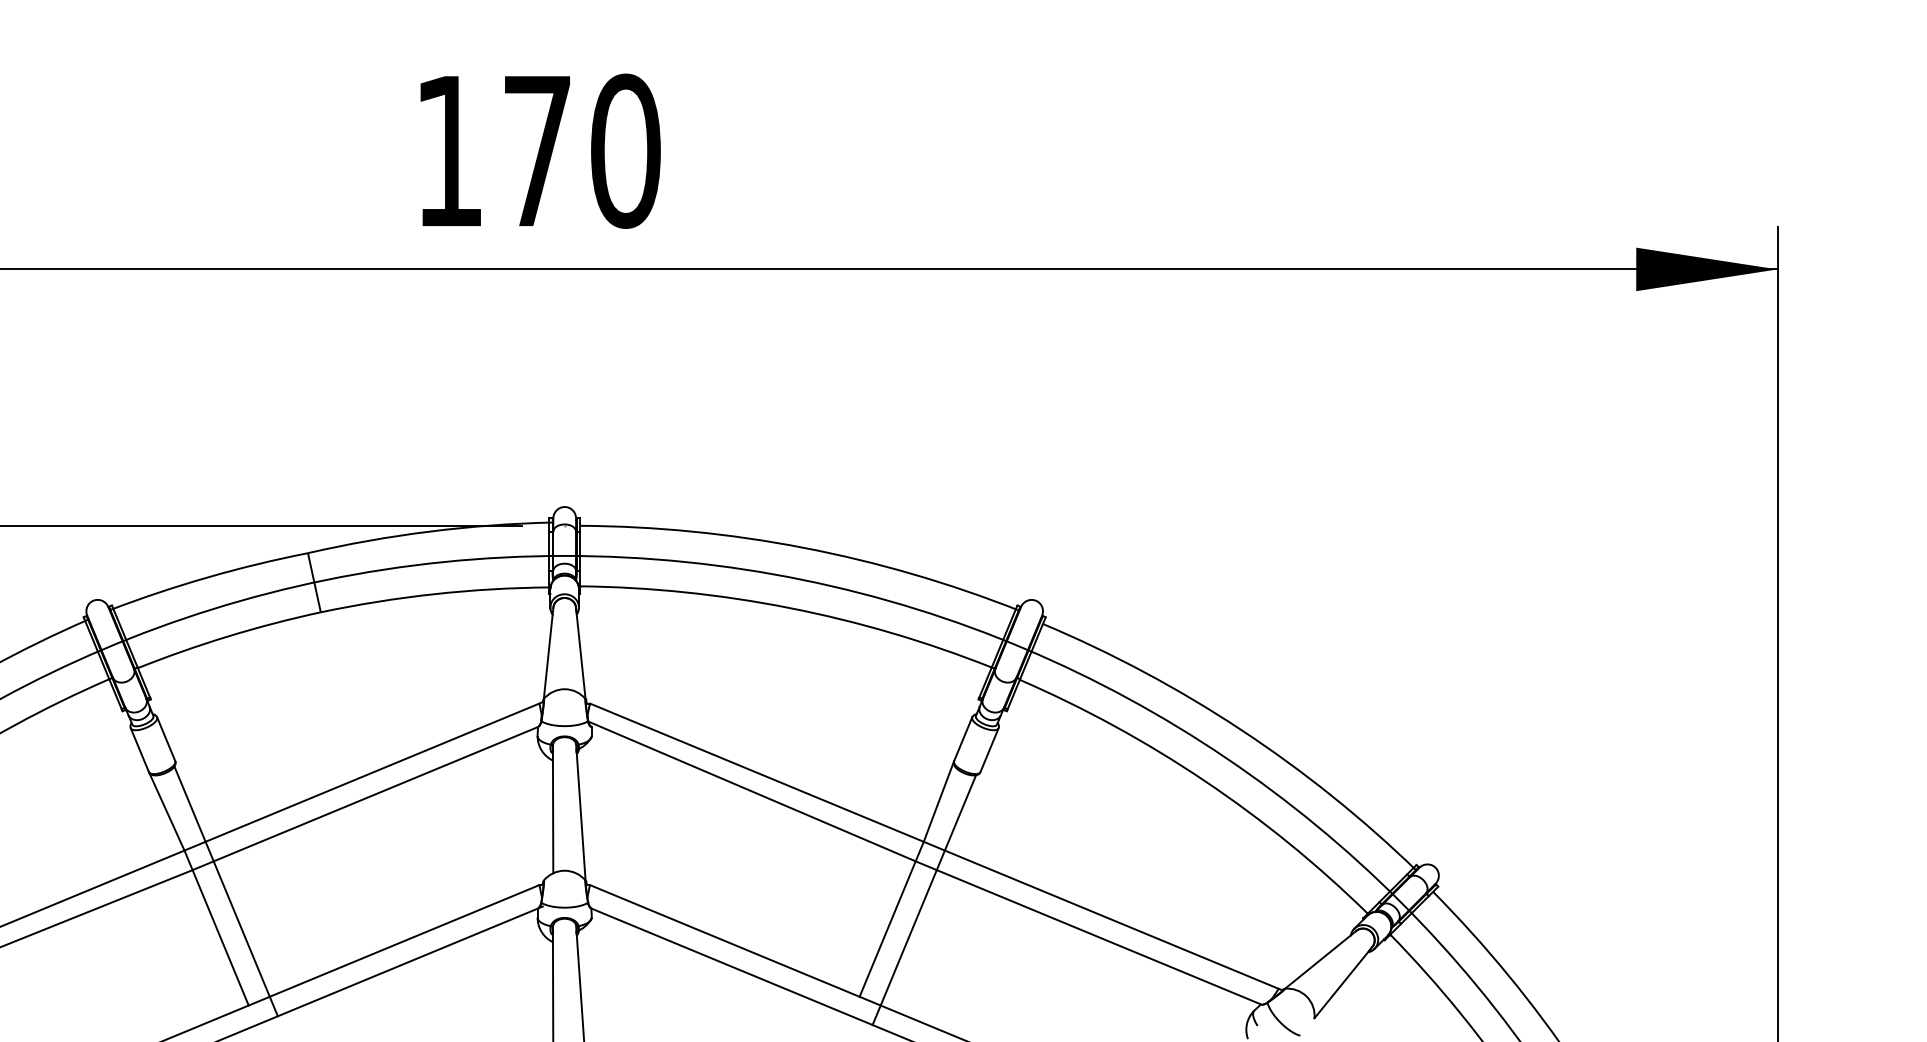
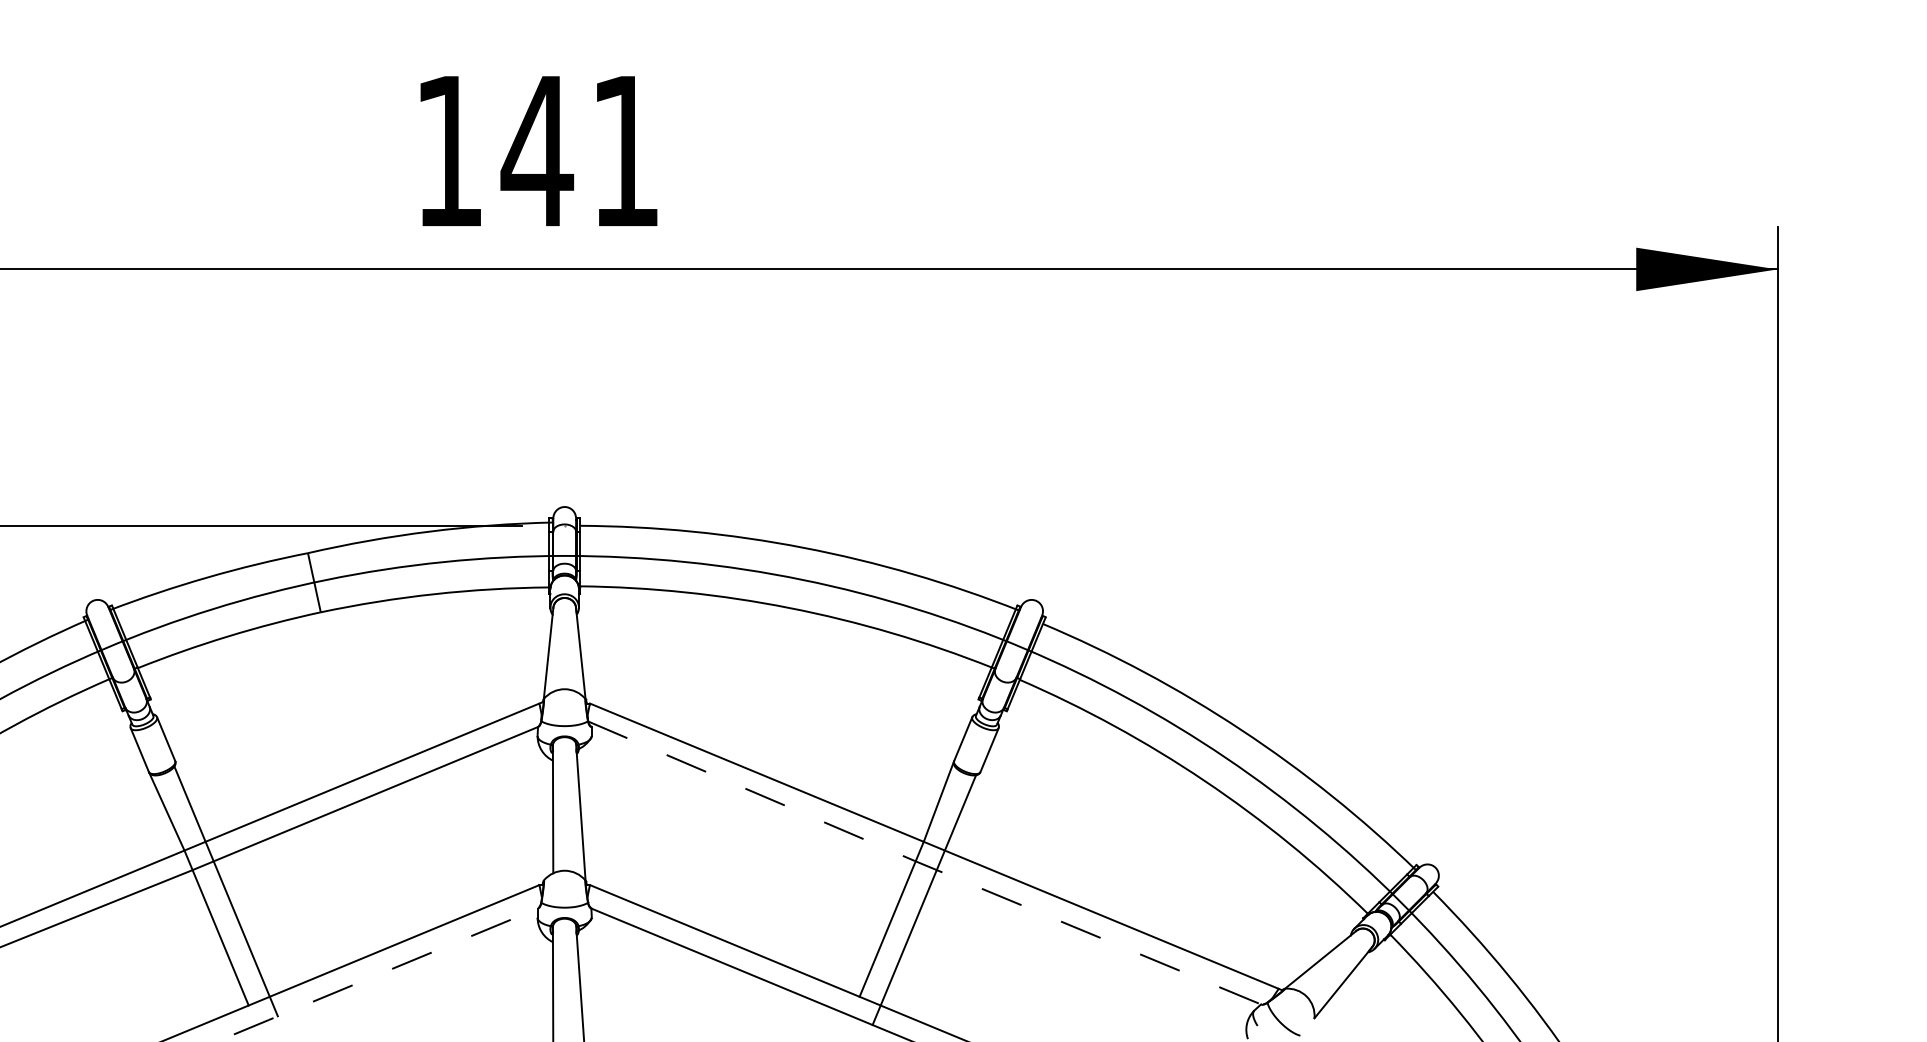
text at (580, 150): 170 -> 141
line at (923, 864): solid -> dashed
line at (379, 974): solid -> dashed
